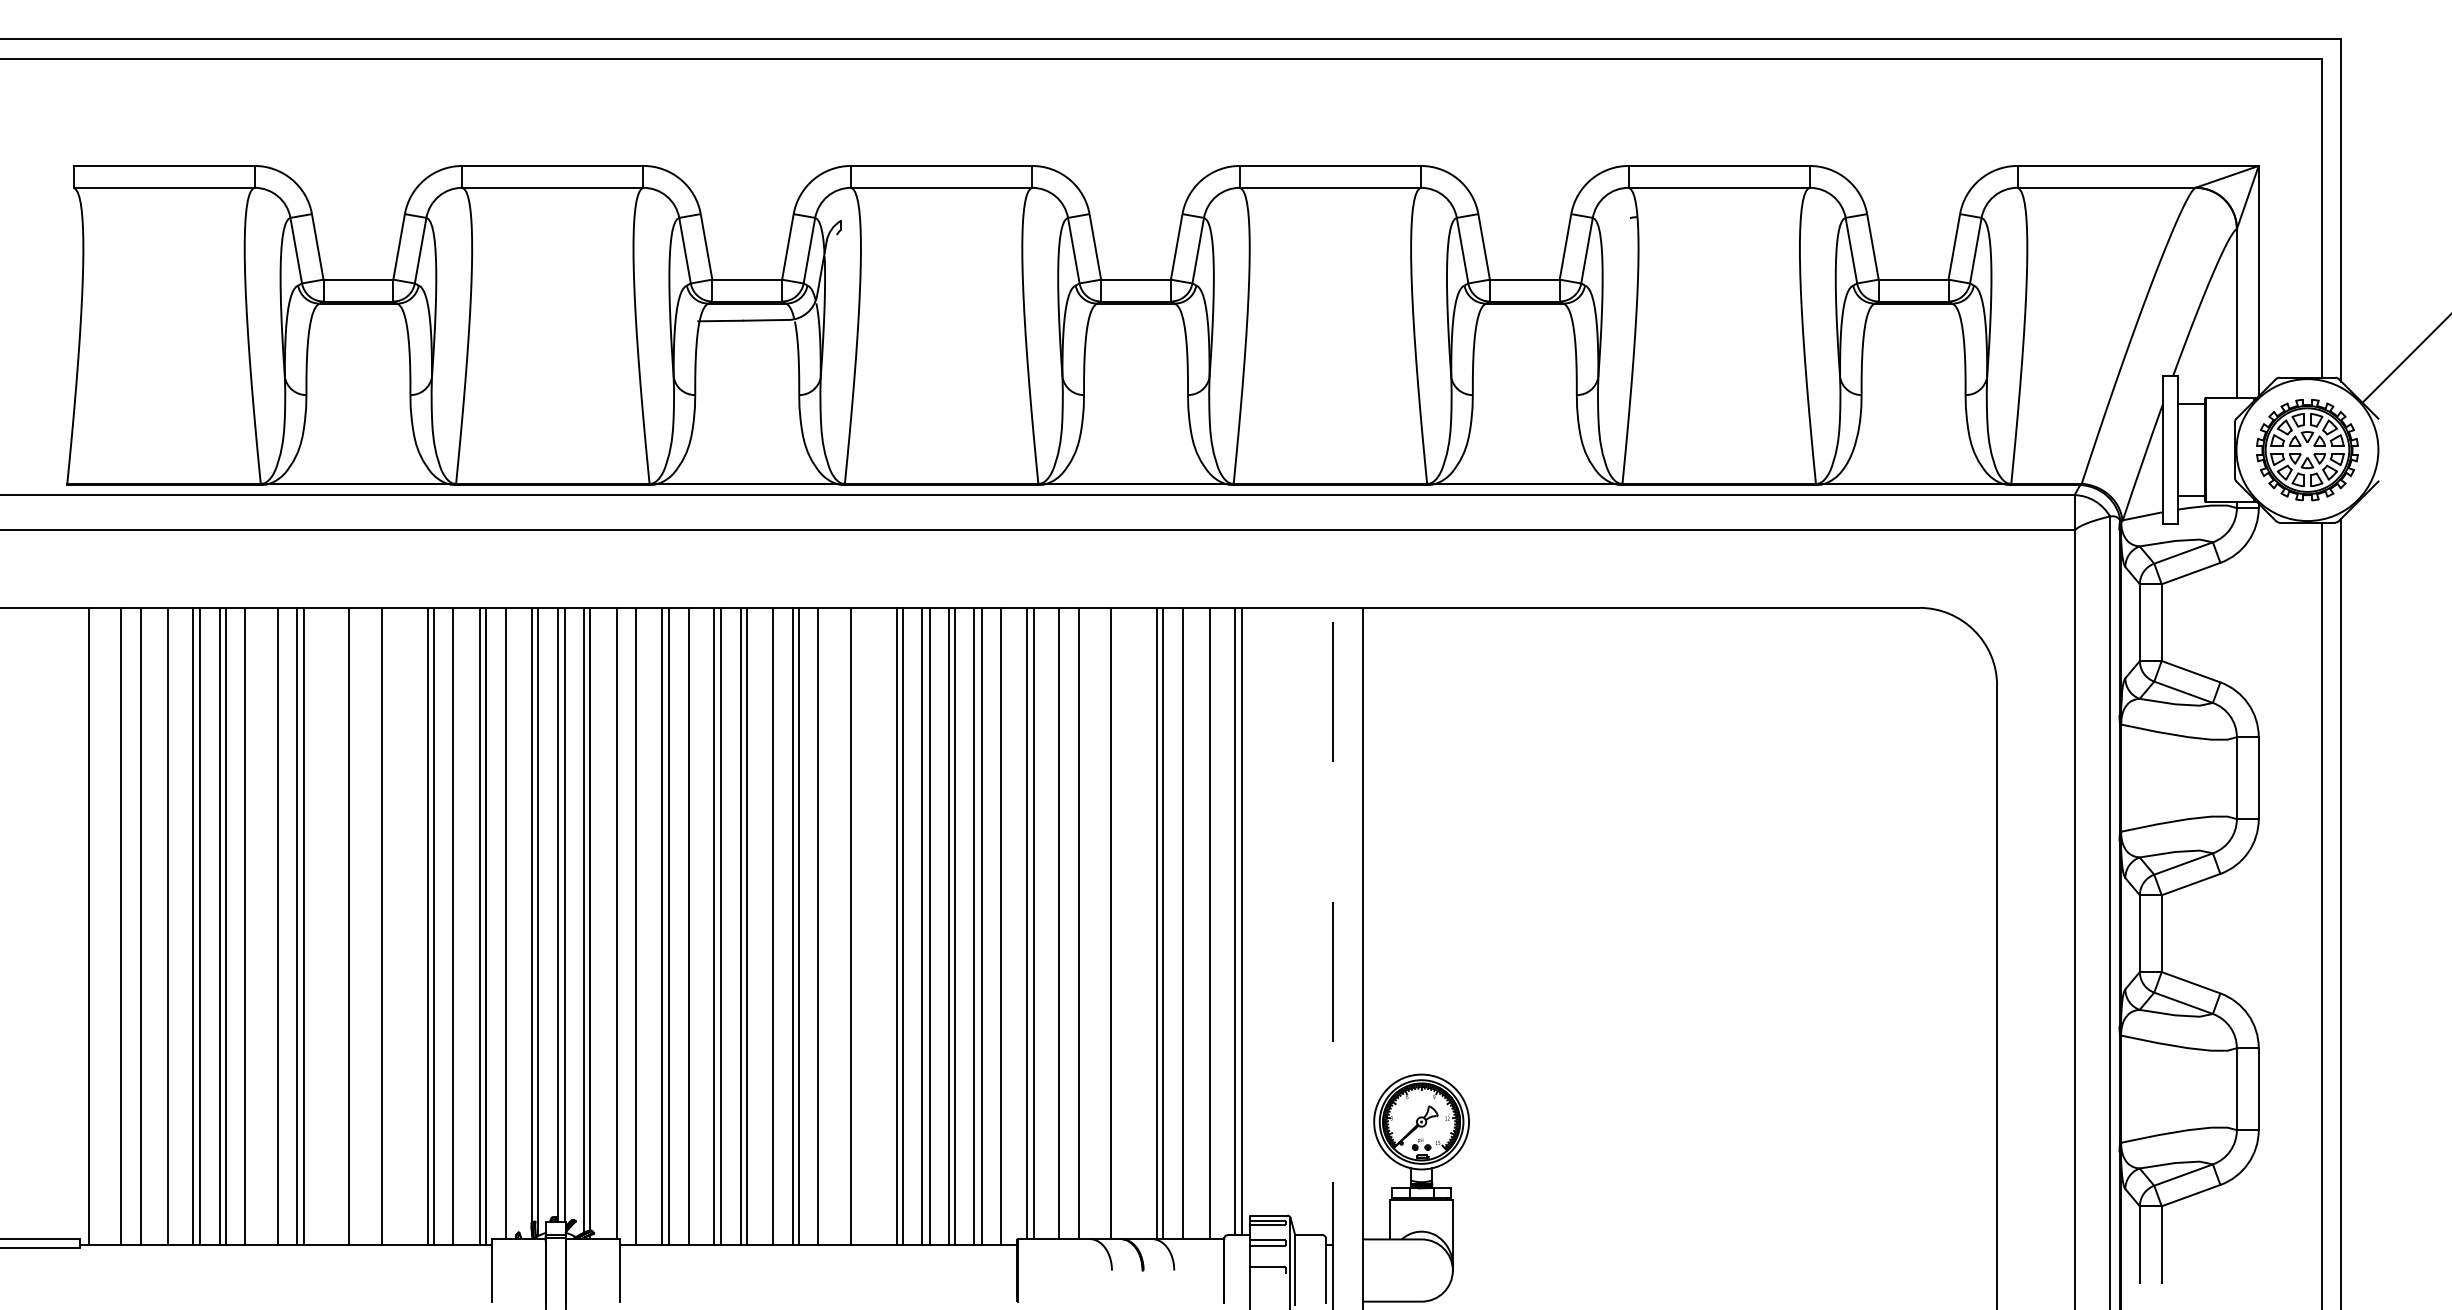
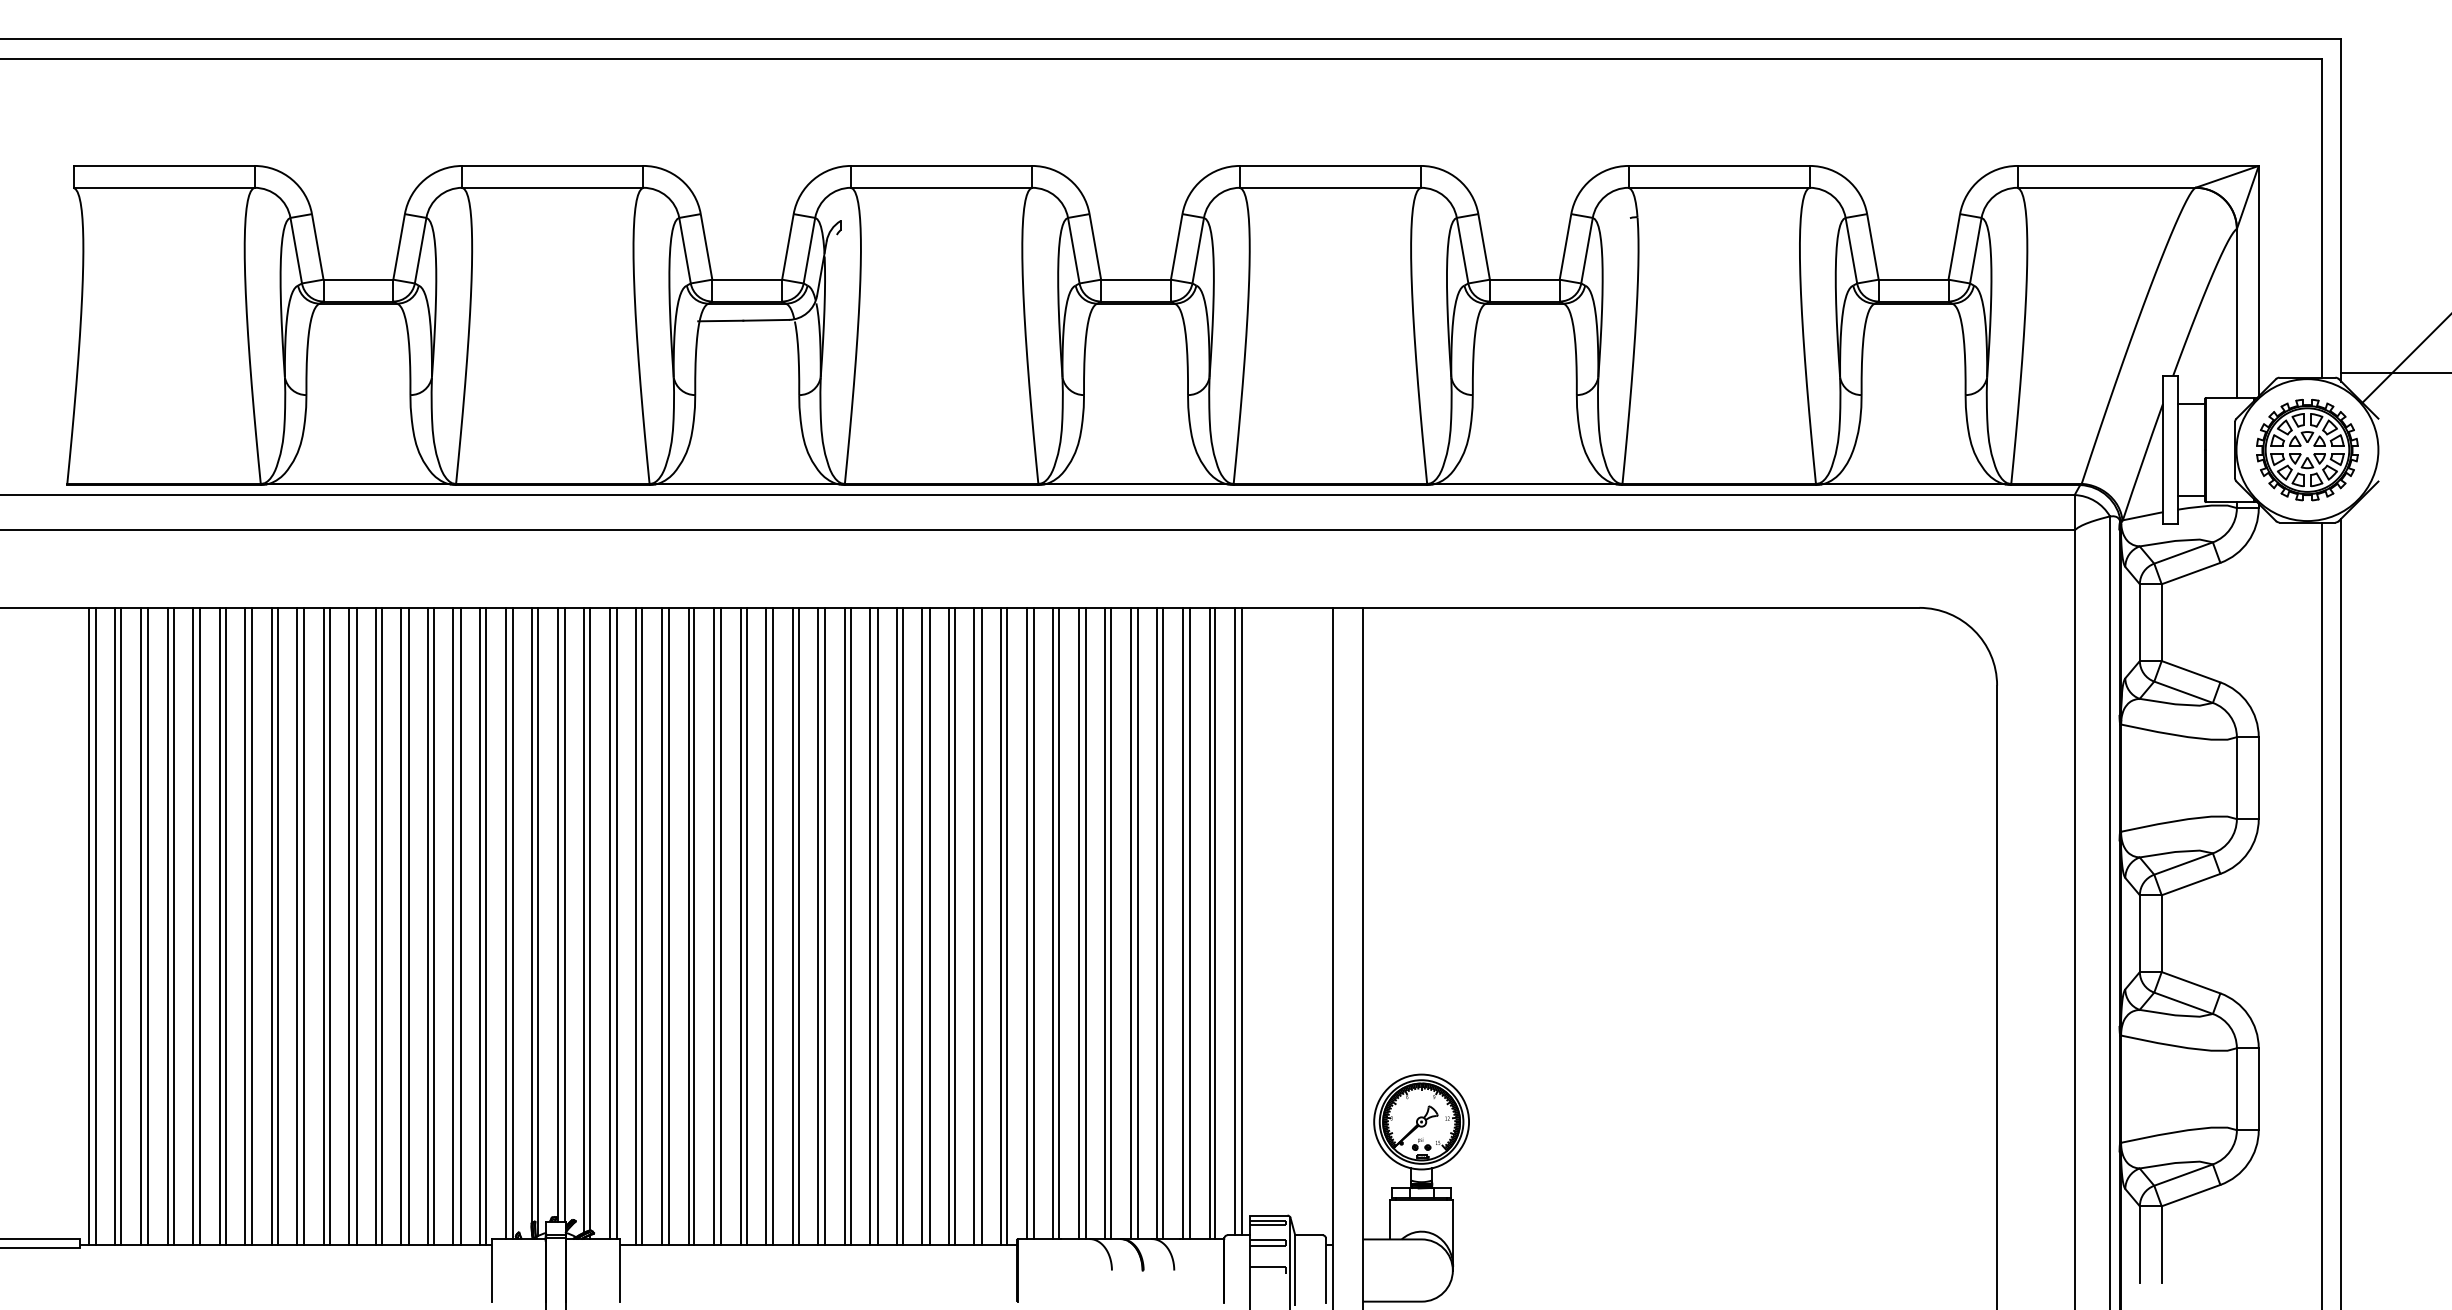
line at (2394, 372): none -> present
line at (512, 923): none -> present
line at (609, 923): none -> present
line at (1053, 923): none -> present
line at (1085, 923): none -> present
line at (1105, 923): none -> present
line at (1130, 923): none -> present
line at (1138, 923): none -> present
line at (1190, 923): none -> present
line at (1215, 923): none -> present
line at (96, 925): none -> present
line at (115, 925): none -> present
line at (148, 925): none -> present
line at (173, 925): none -> present
line at (252, 925): none -> present
line at (271, 925): none -> present
line at (323, 925): none -> present
line at (329, 925): none -> present
line at (356, 925): none -> present
line at (375, 925): none -> present
line at (401, 925): none -> present
line at (408, 925): none -> present
line at (460, 925): none -> present
line at (642, 925): none -> present
line at (694, 925): none -> present
line at (766, 925): none -> present
line at (825, 925): none -> present
line at (844, 925): none -> present
line at (870, 925): none -> present
line at (877, 925): none -> present
line at (1007, 925): none -> present
line at (1333, 958): dashed -> solid
